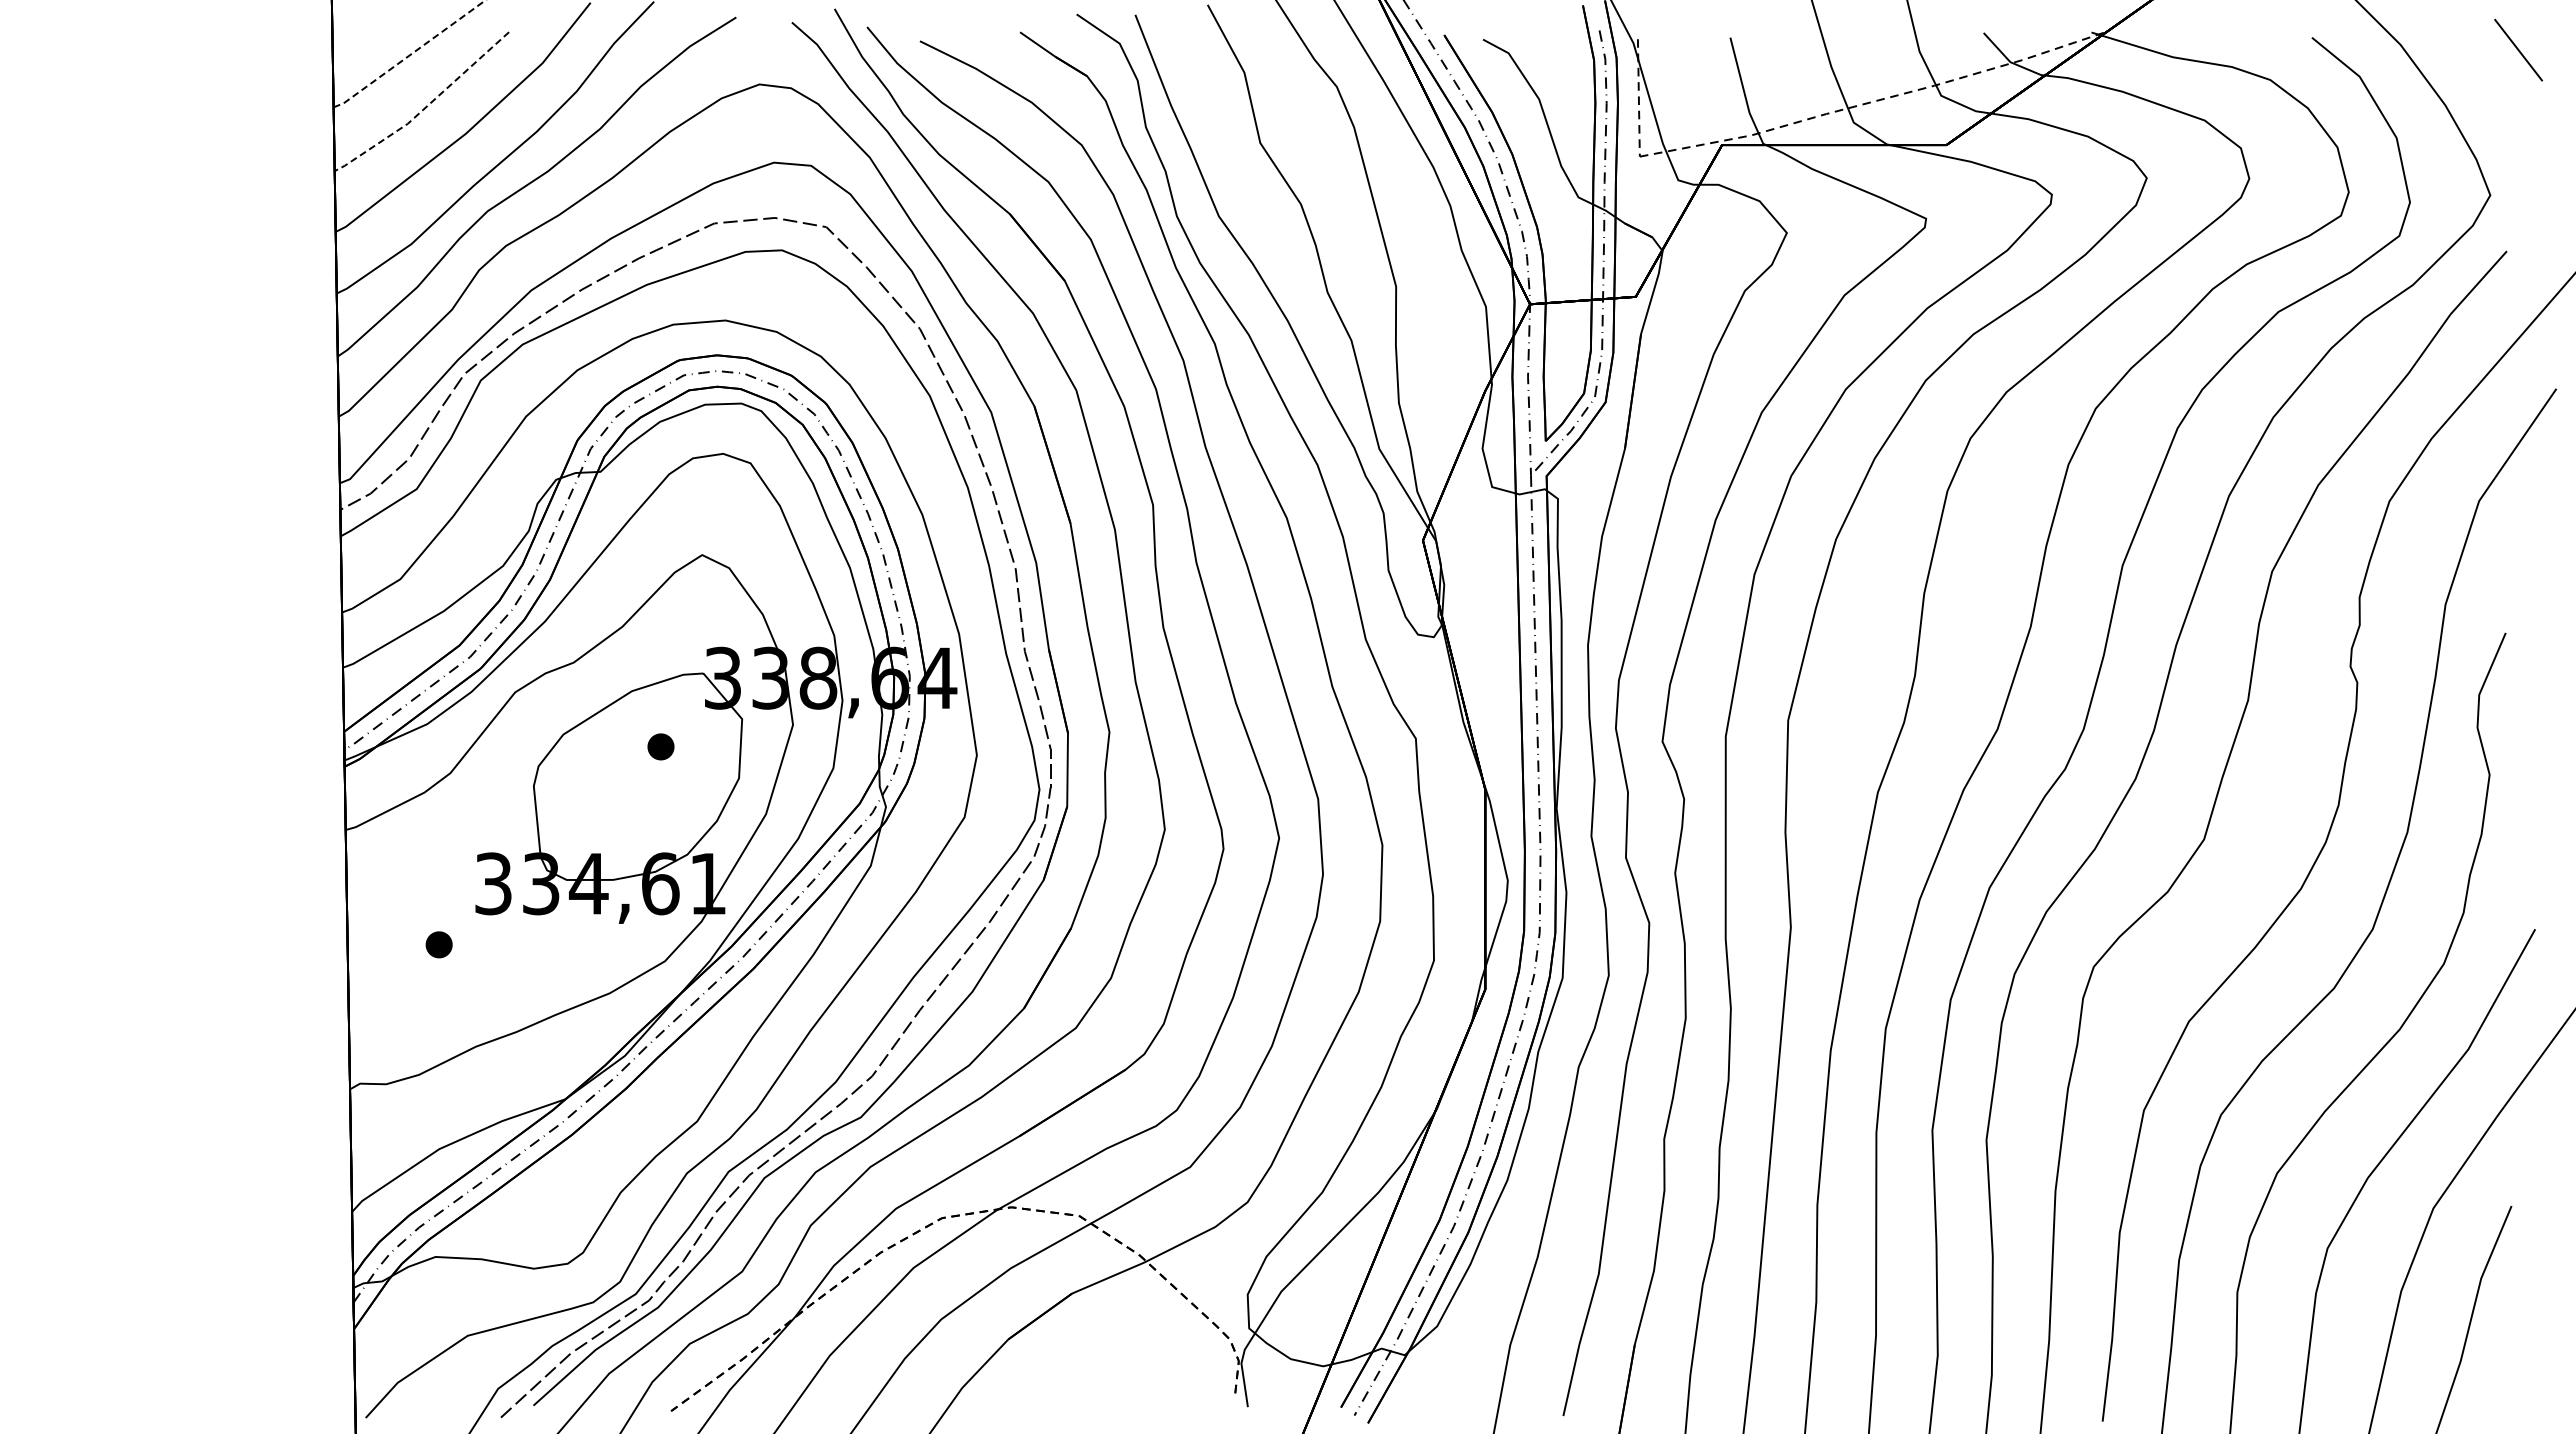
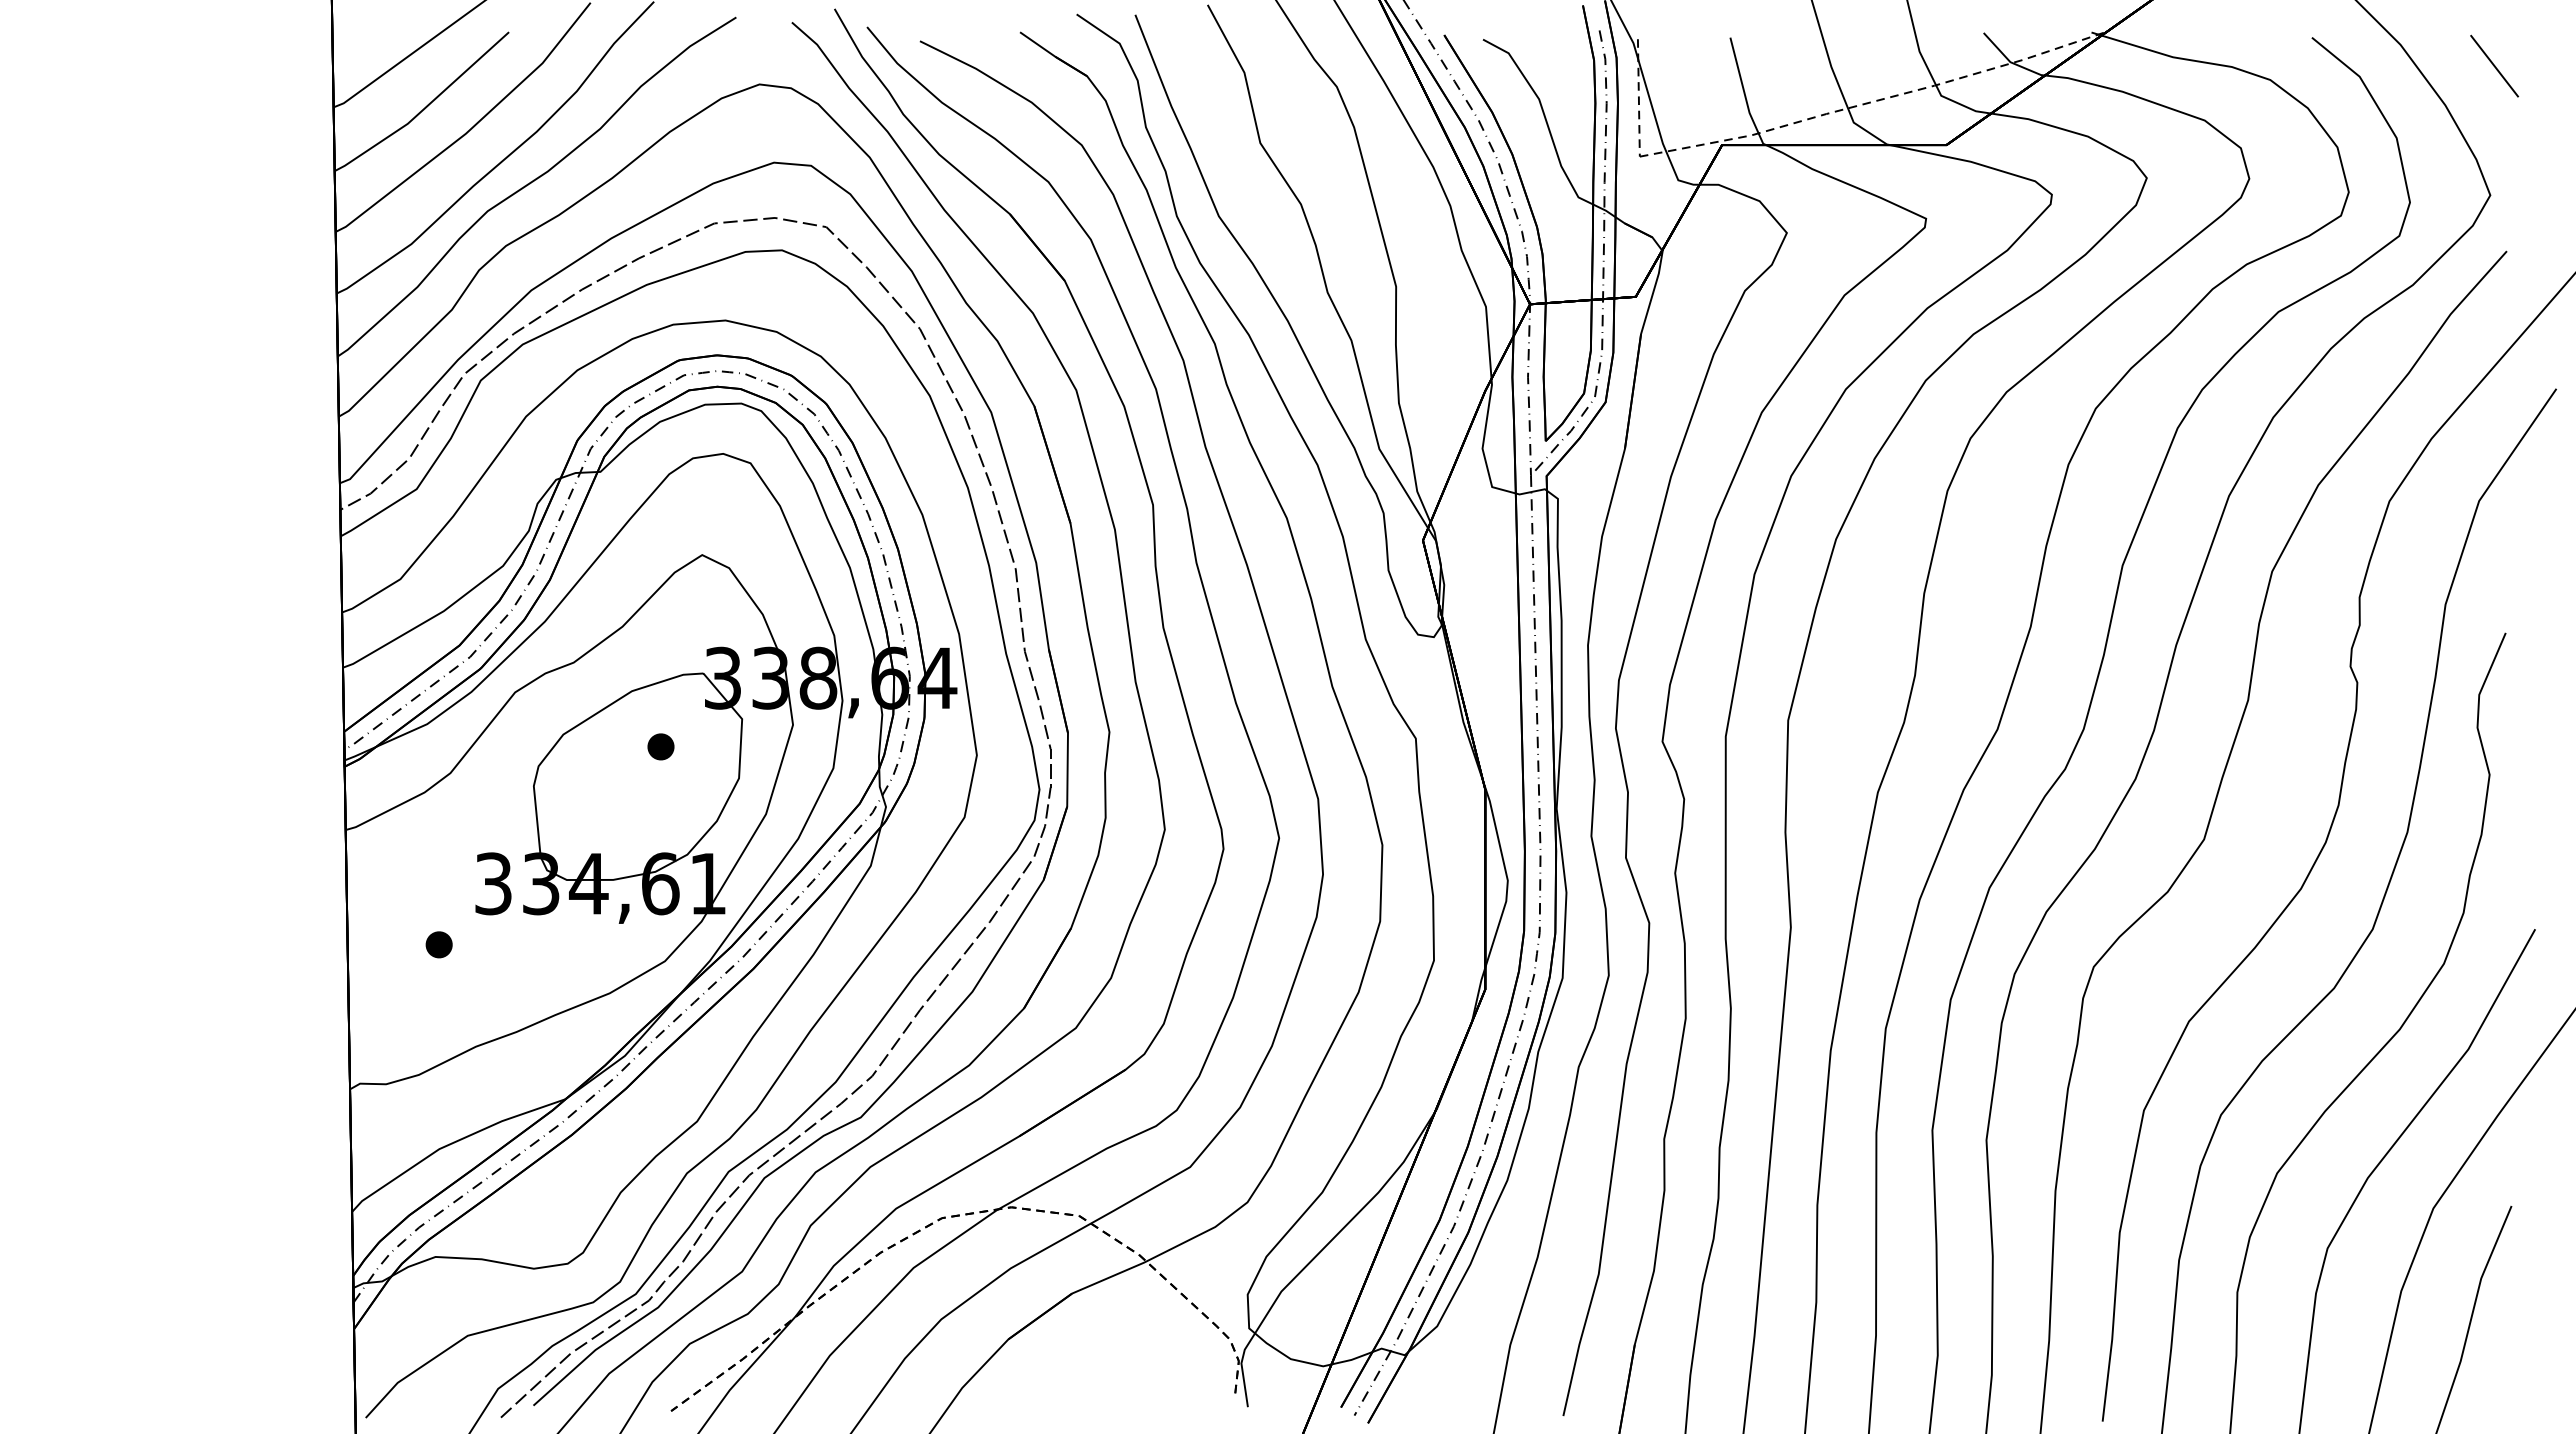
line at (2518, 49) position: (2518, 49) -> (2494, 65)
line at (409, 55): dashed -> solid
line at (424, 108): dashed -> solid
